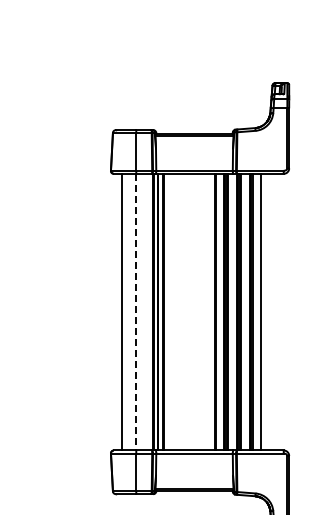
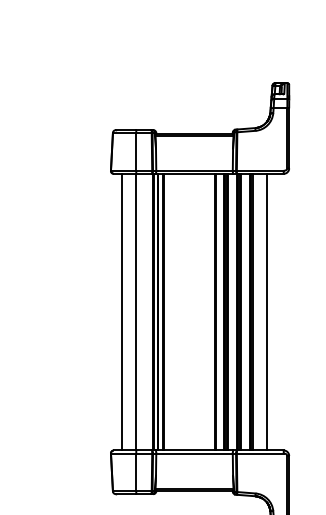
line at (261, 311) position: (261, 311) -> (267, 311)
line at (136, 312): dashed -> solid
